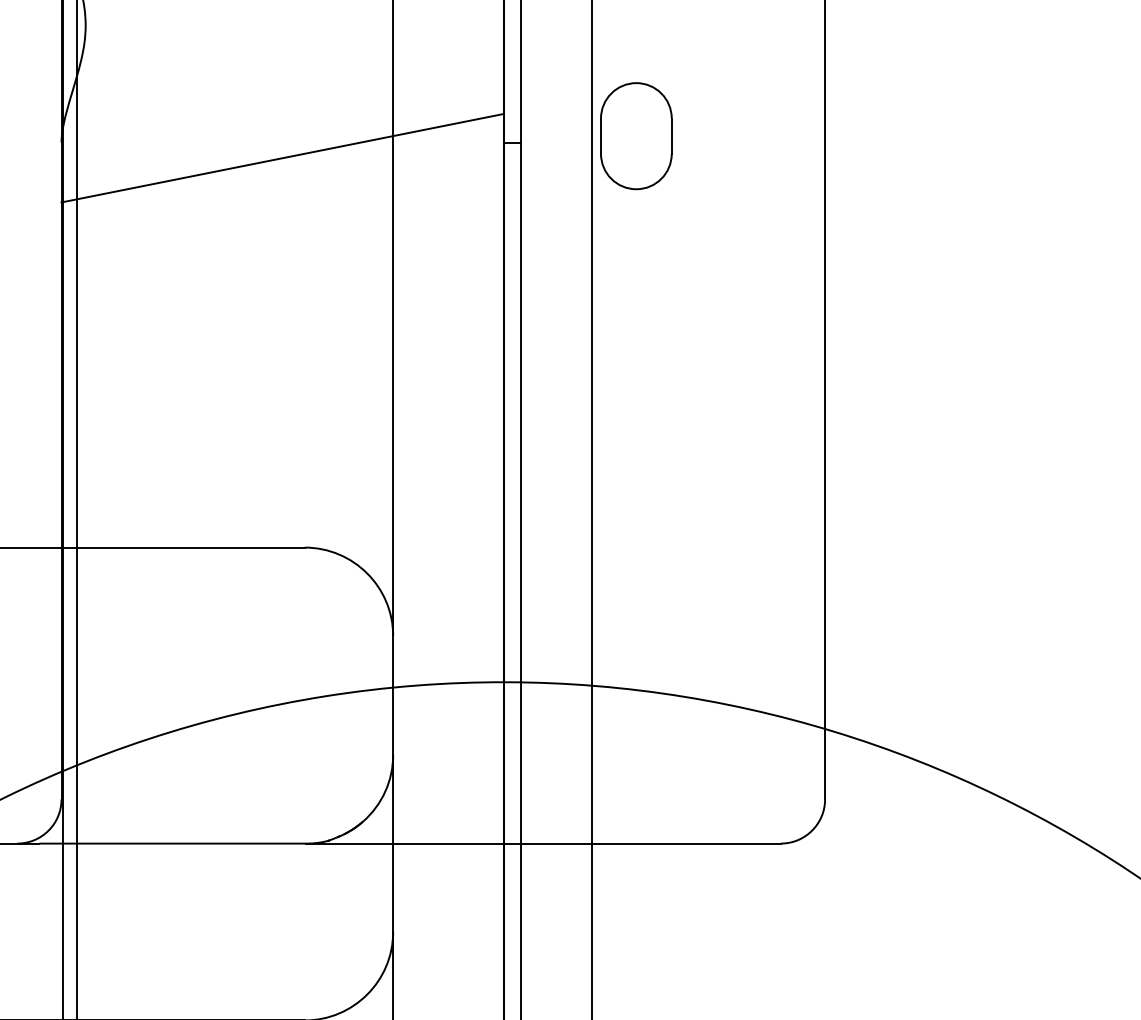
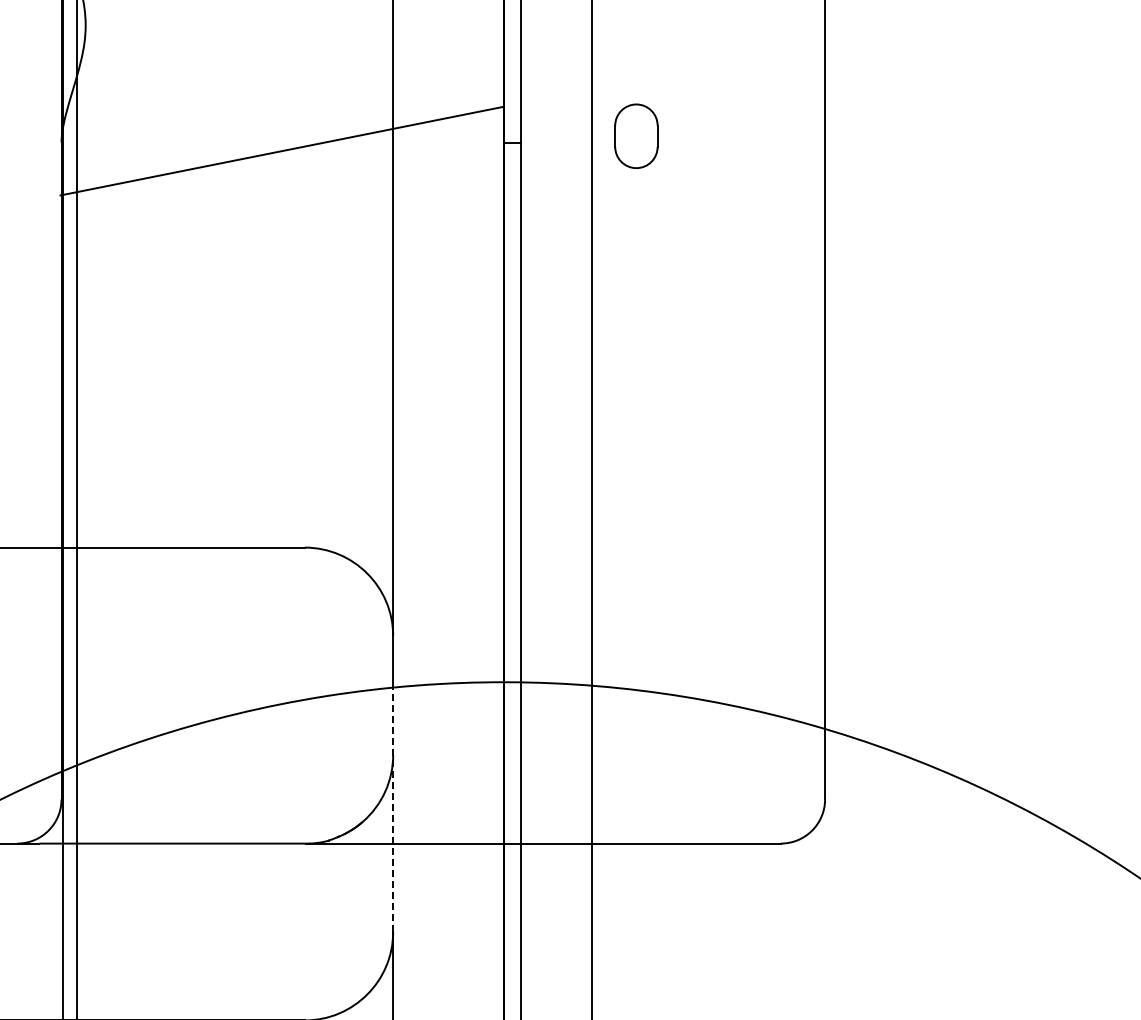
part at (636, 136) size: 73x109 px -> 45x66 px
line at (282, 158) position: (282, 158) -> (281, 151)
line at (393, 809): solid -> dashed
